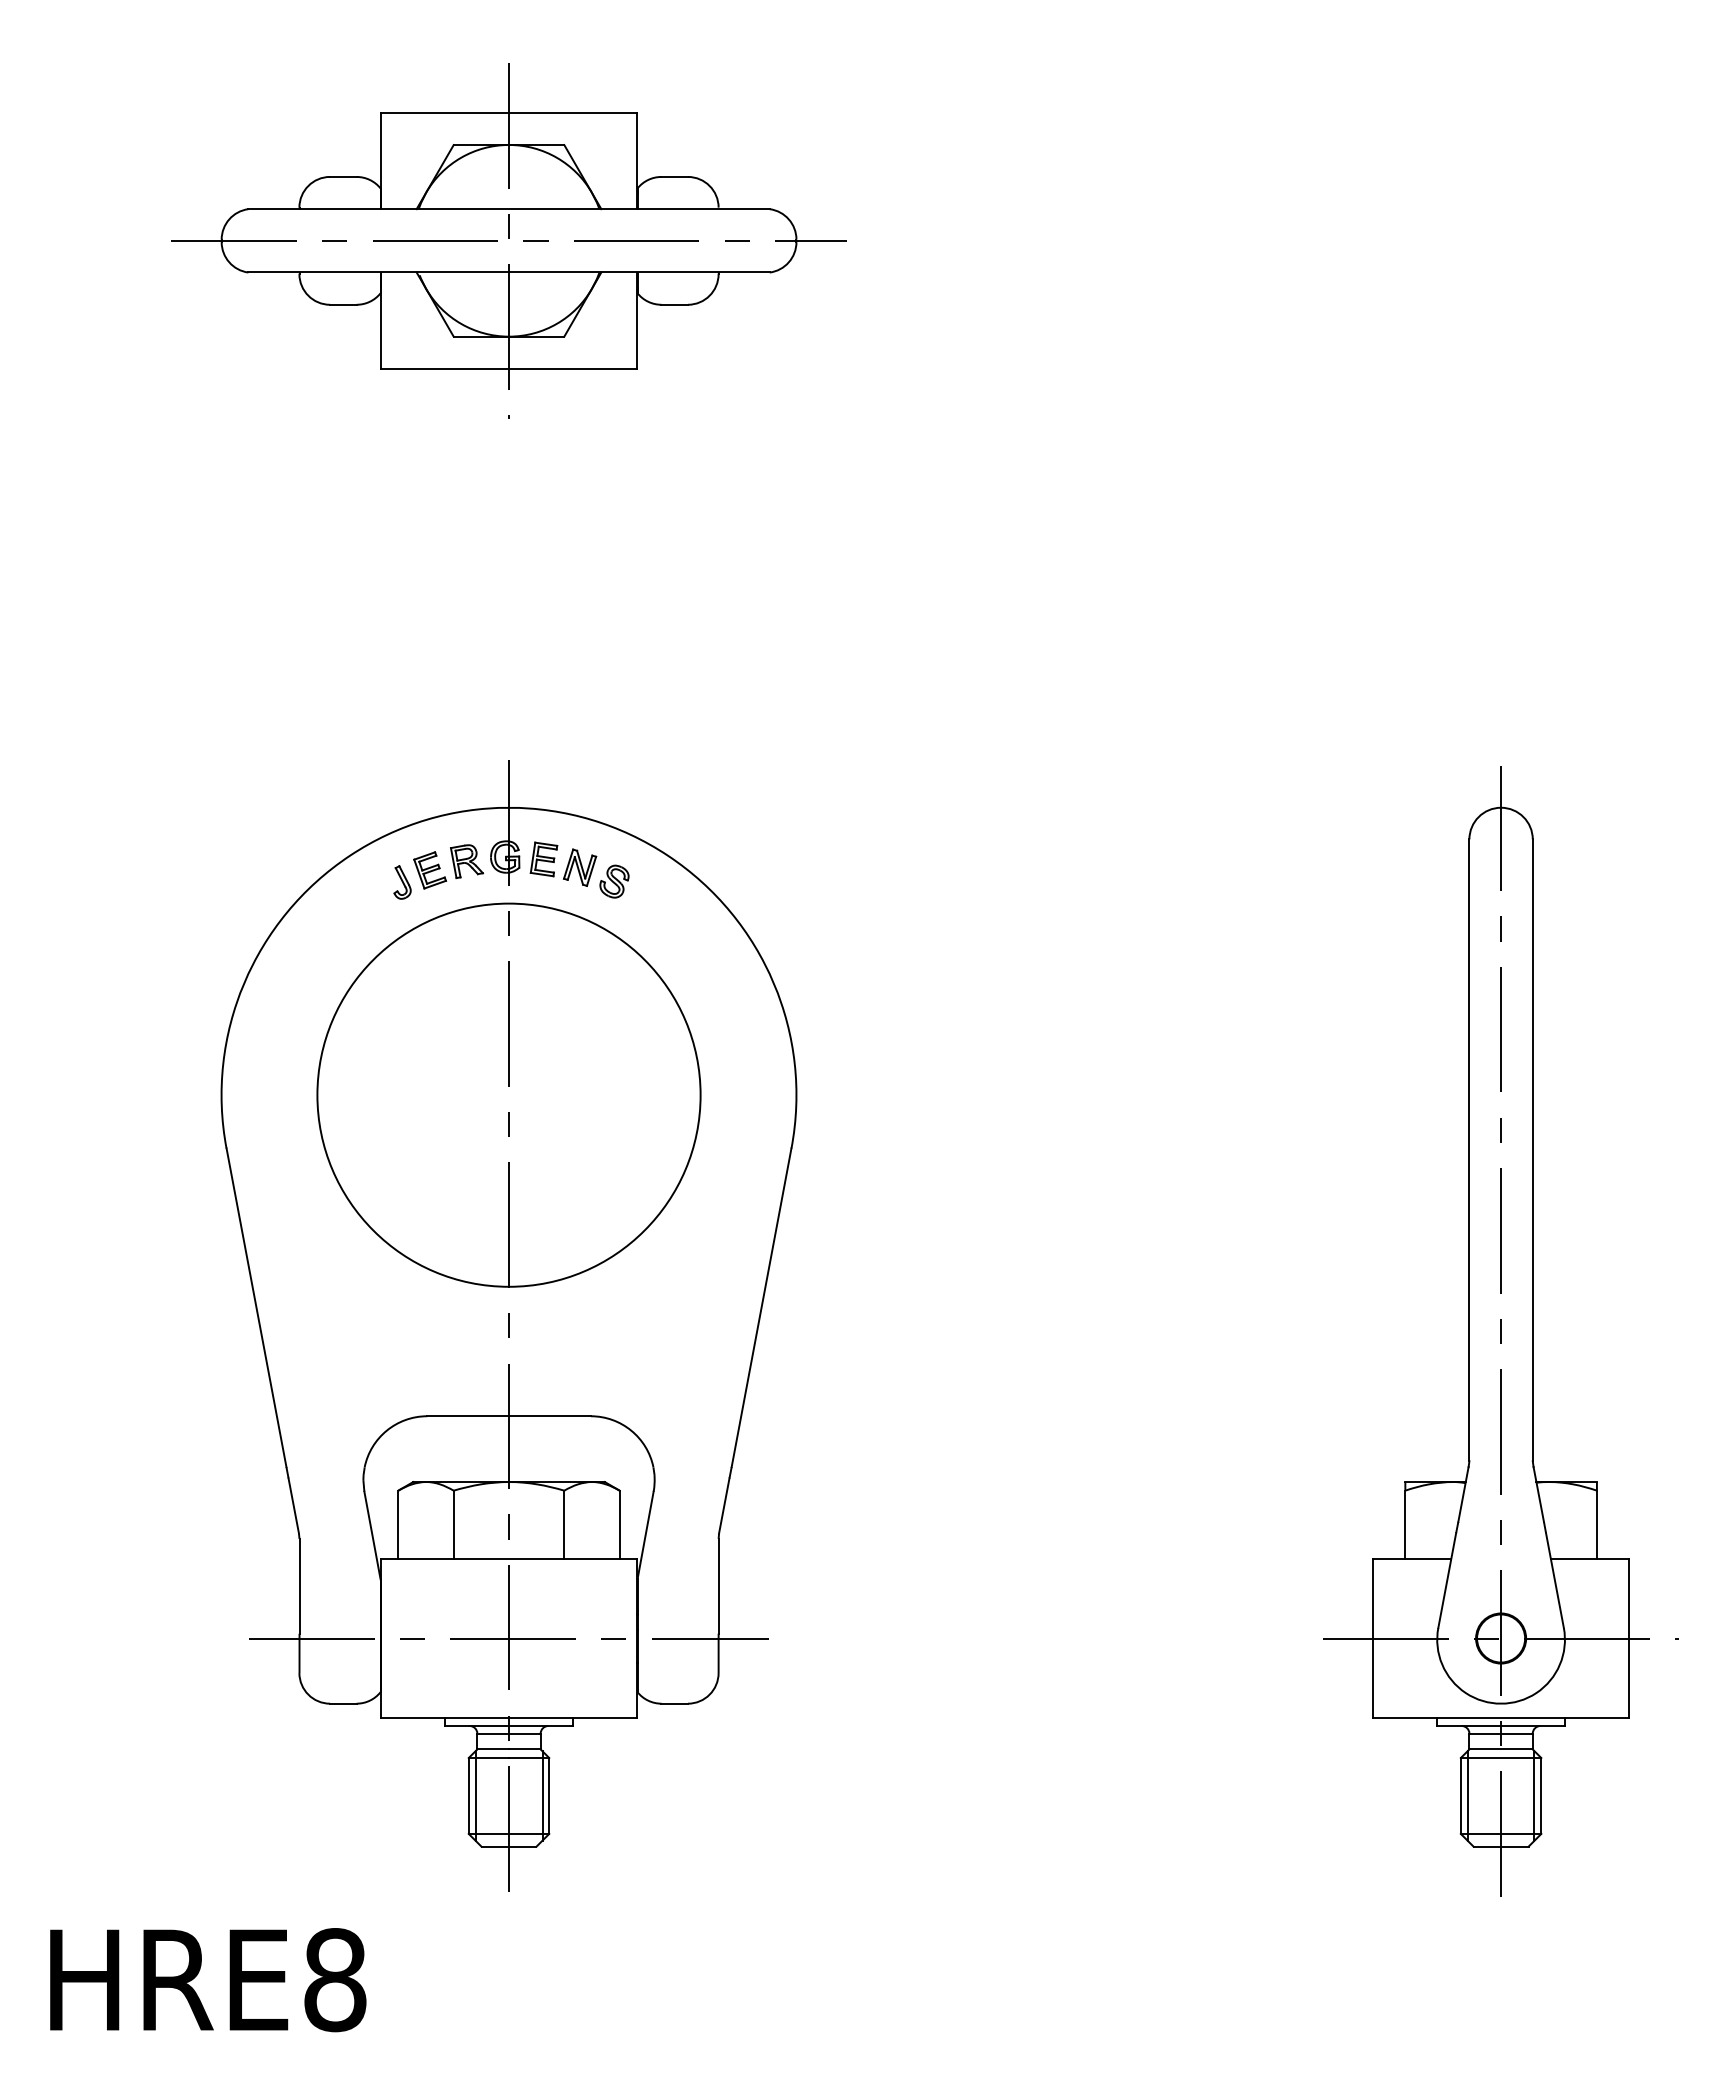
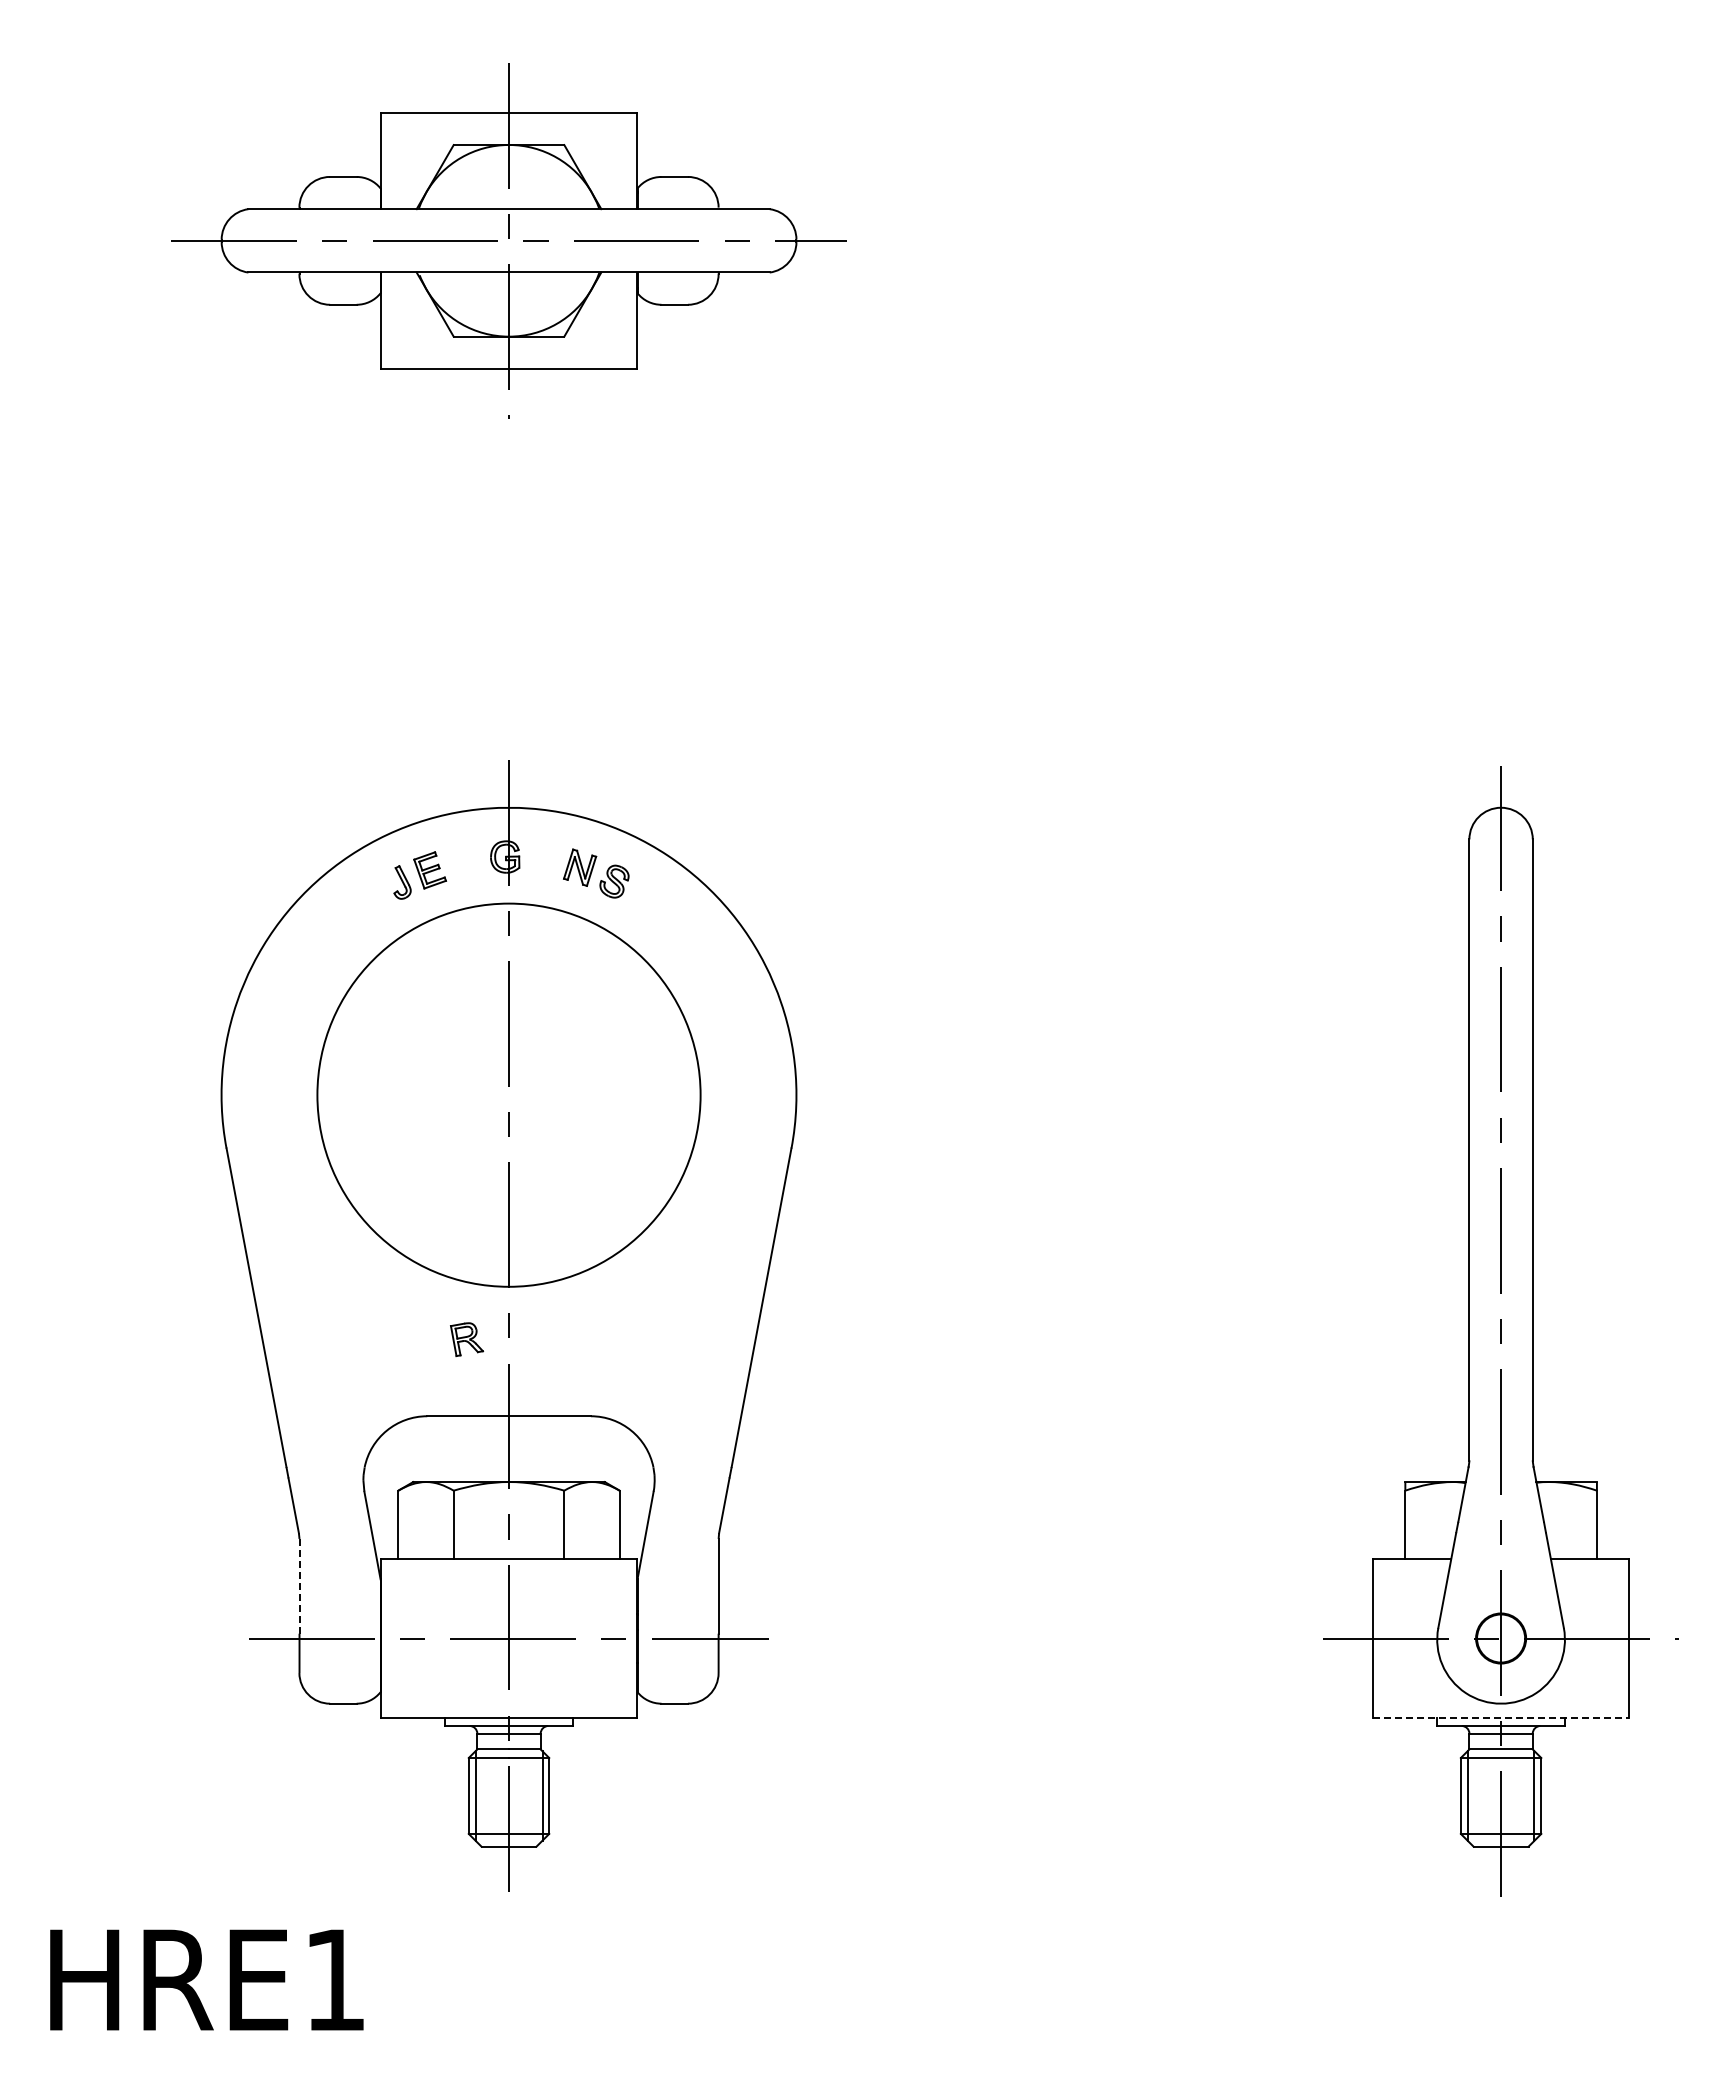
part at (543, 859): present -> none
part at (467, 861) position: (467, 861) -> (467, 1339)
line at (299, 1586): solid -> dashed
line at (1501, 1718): solid -> dashed
text at (335, 1980): HRE8 -> HRE1
